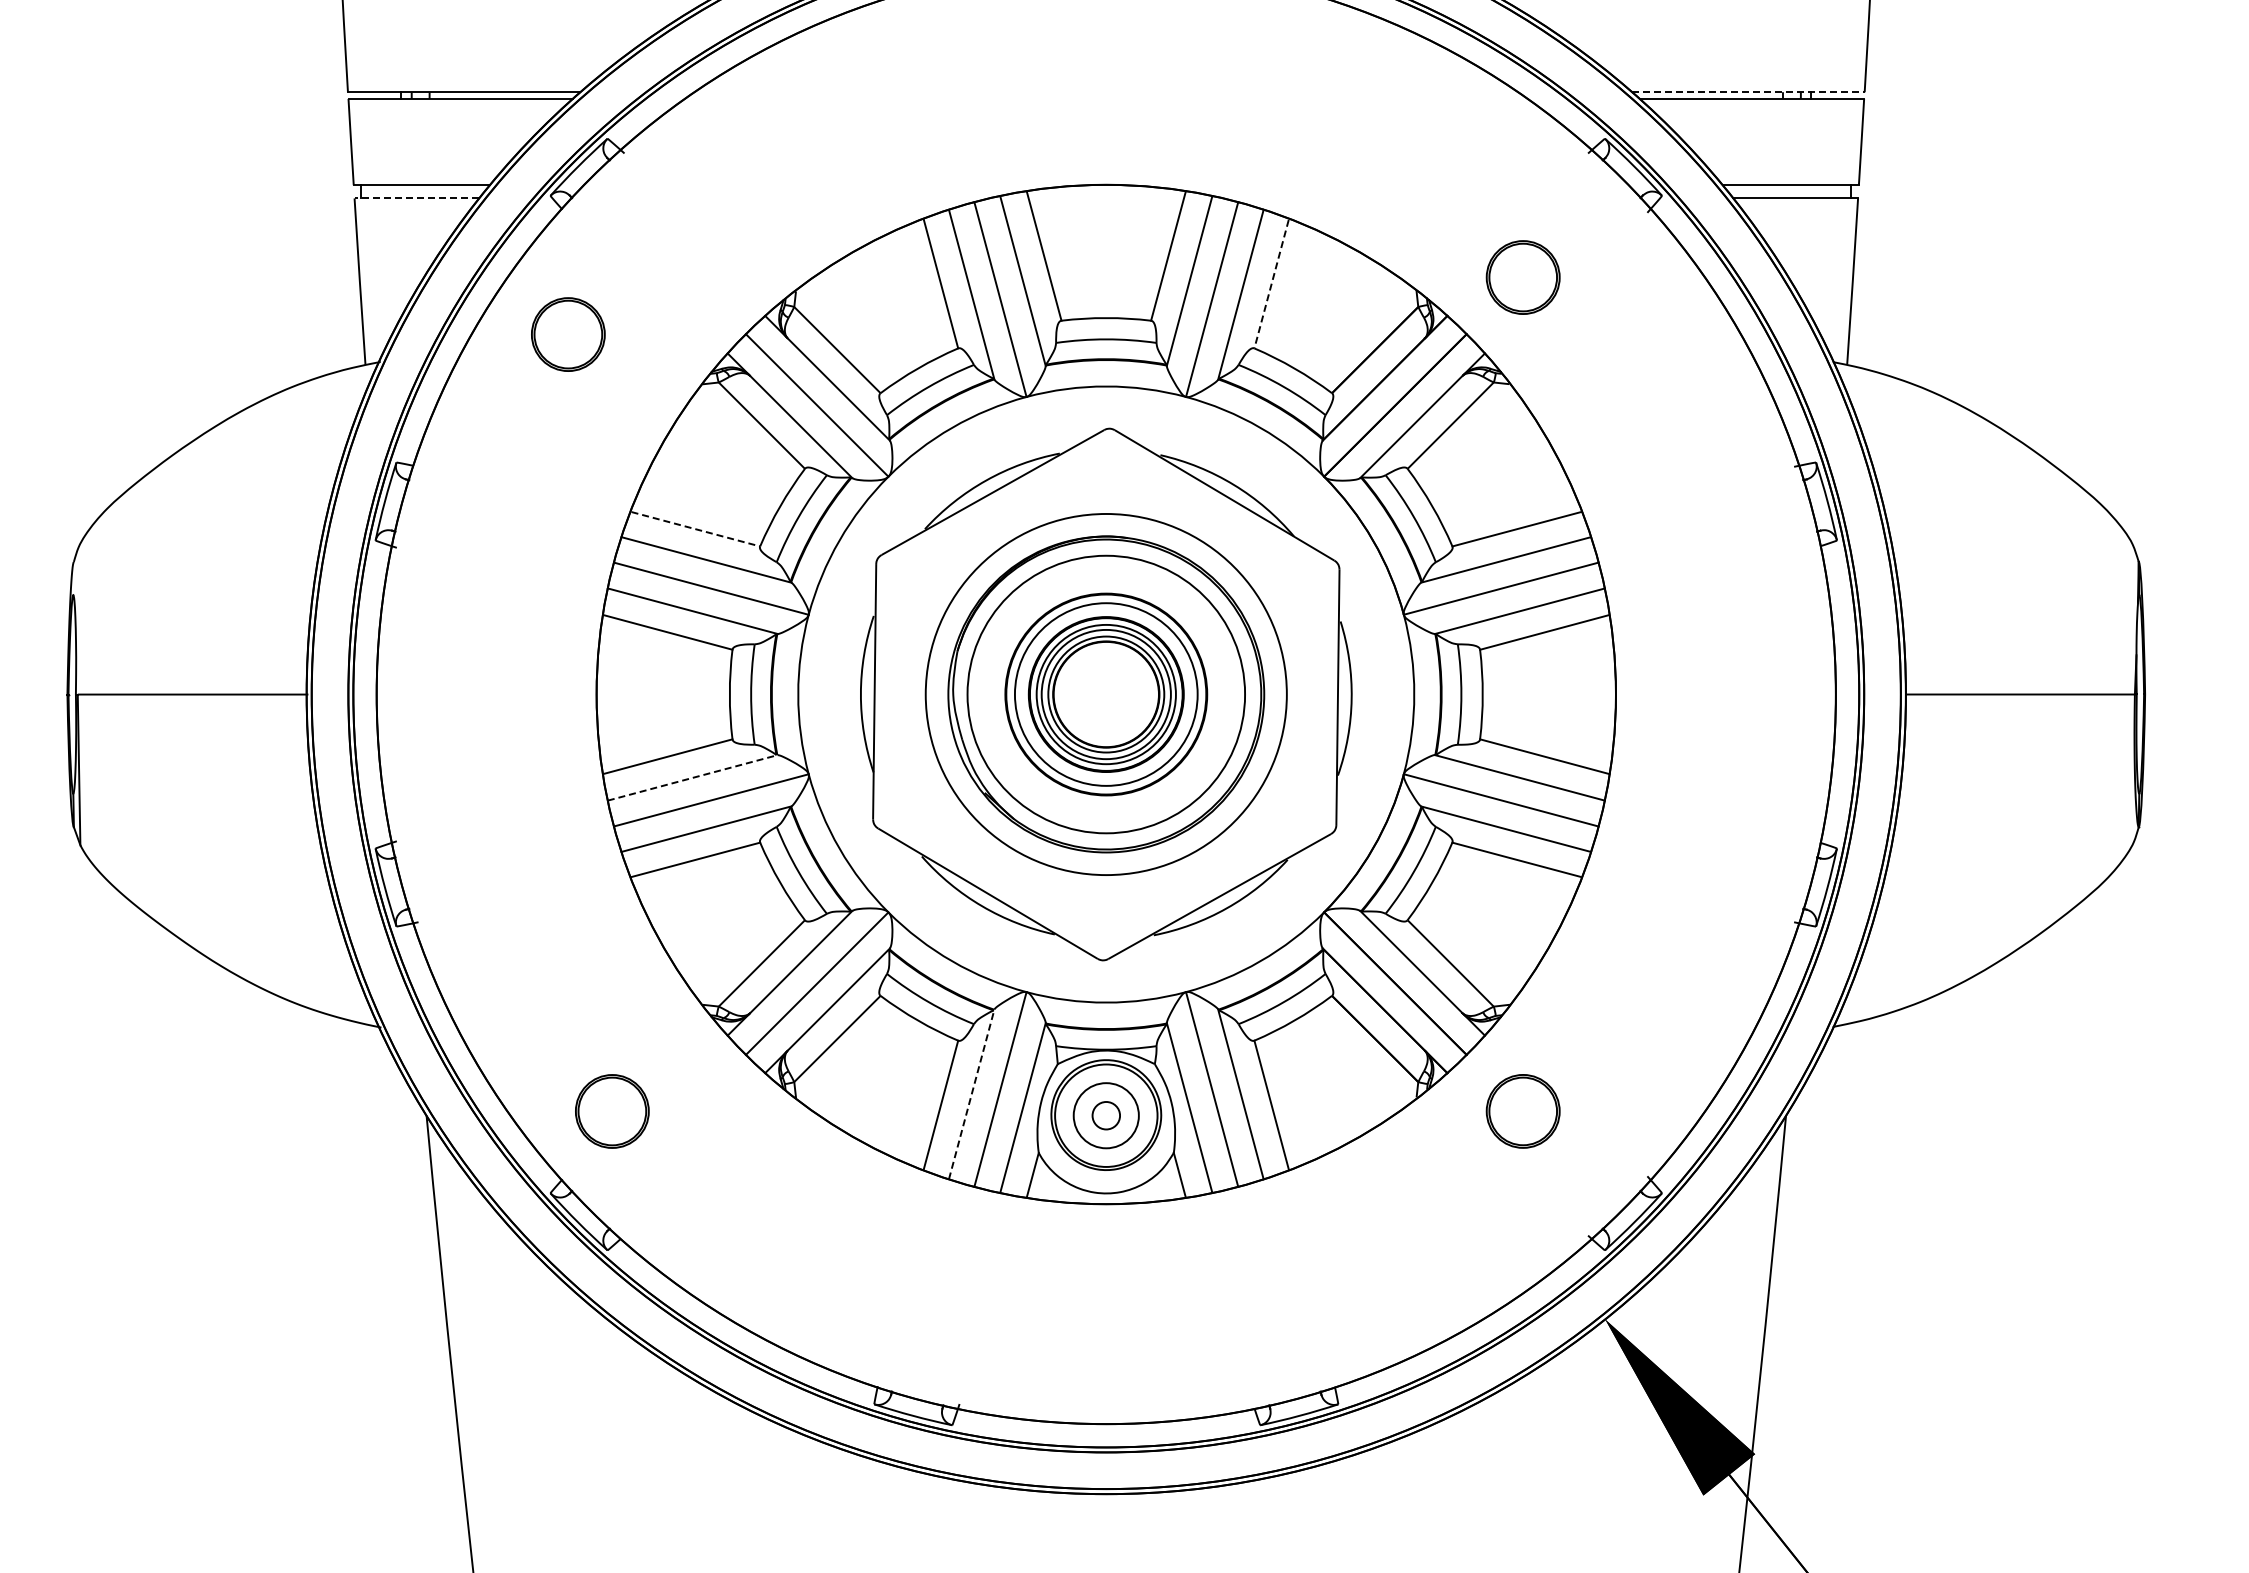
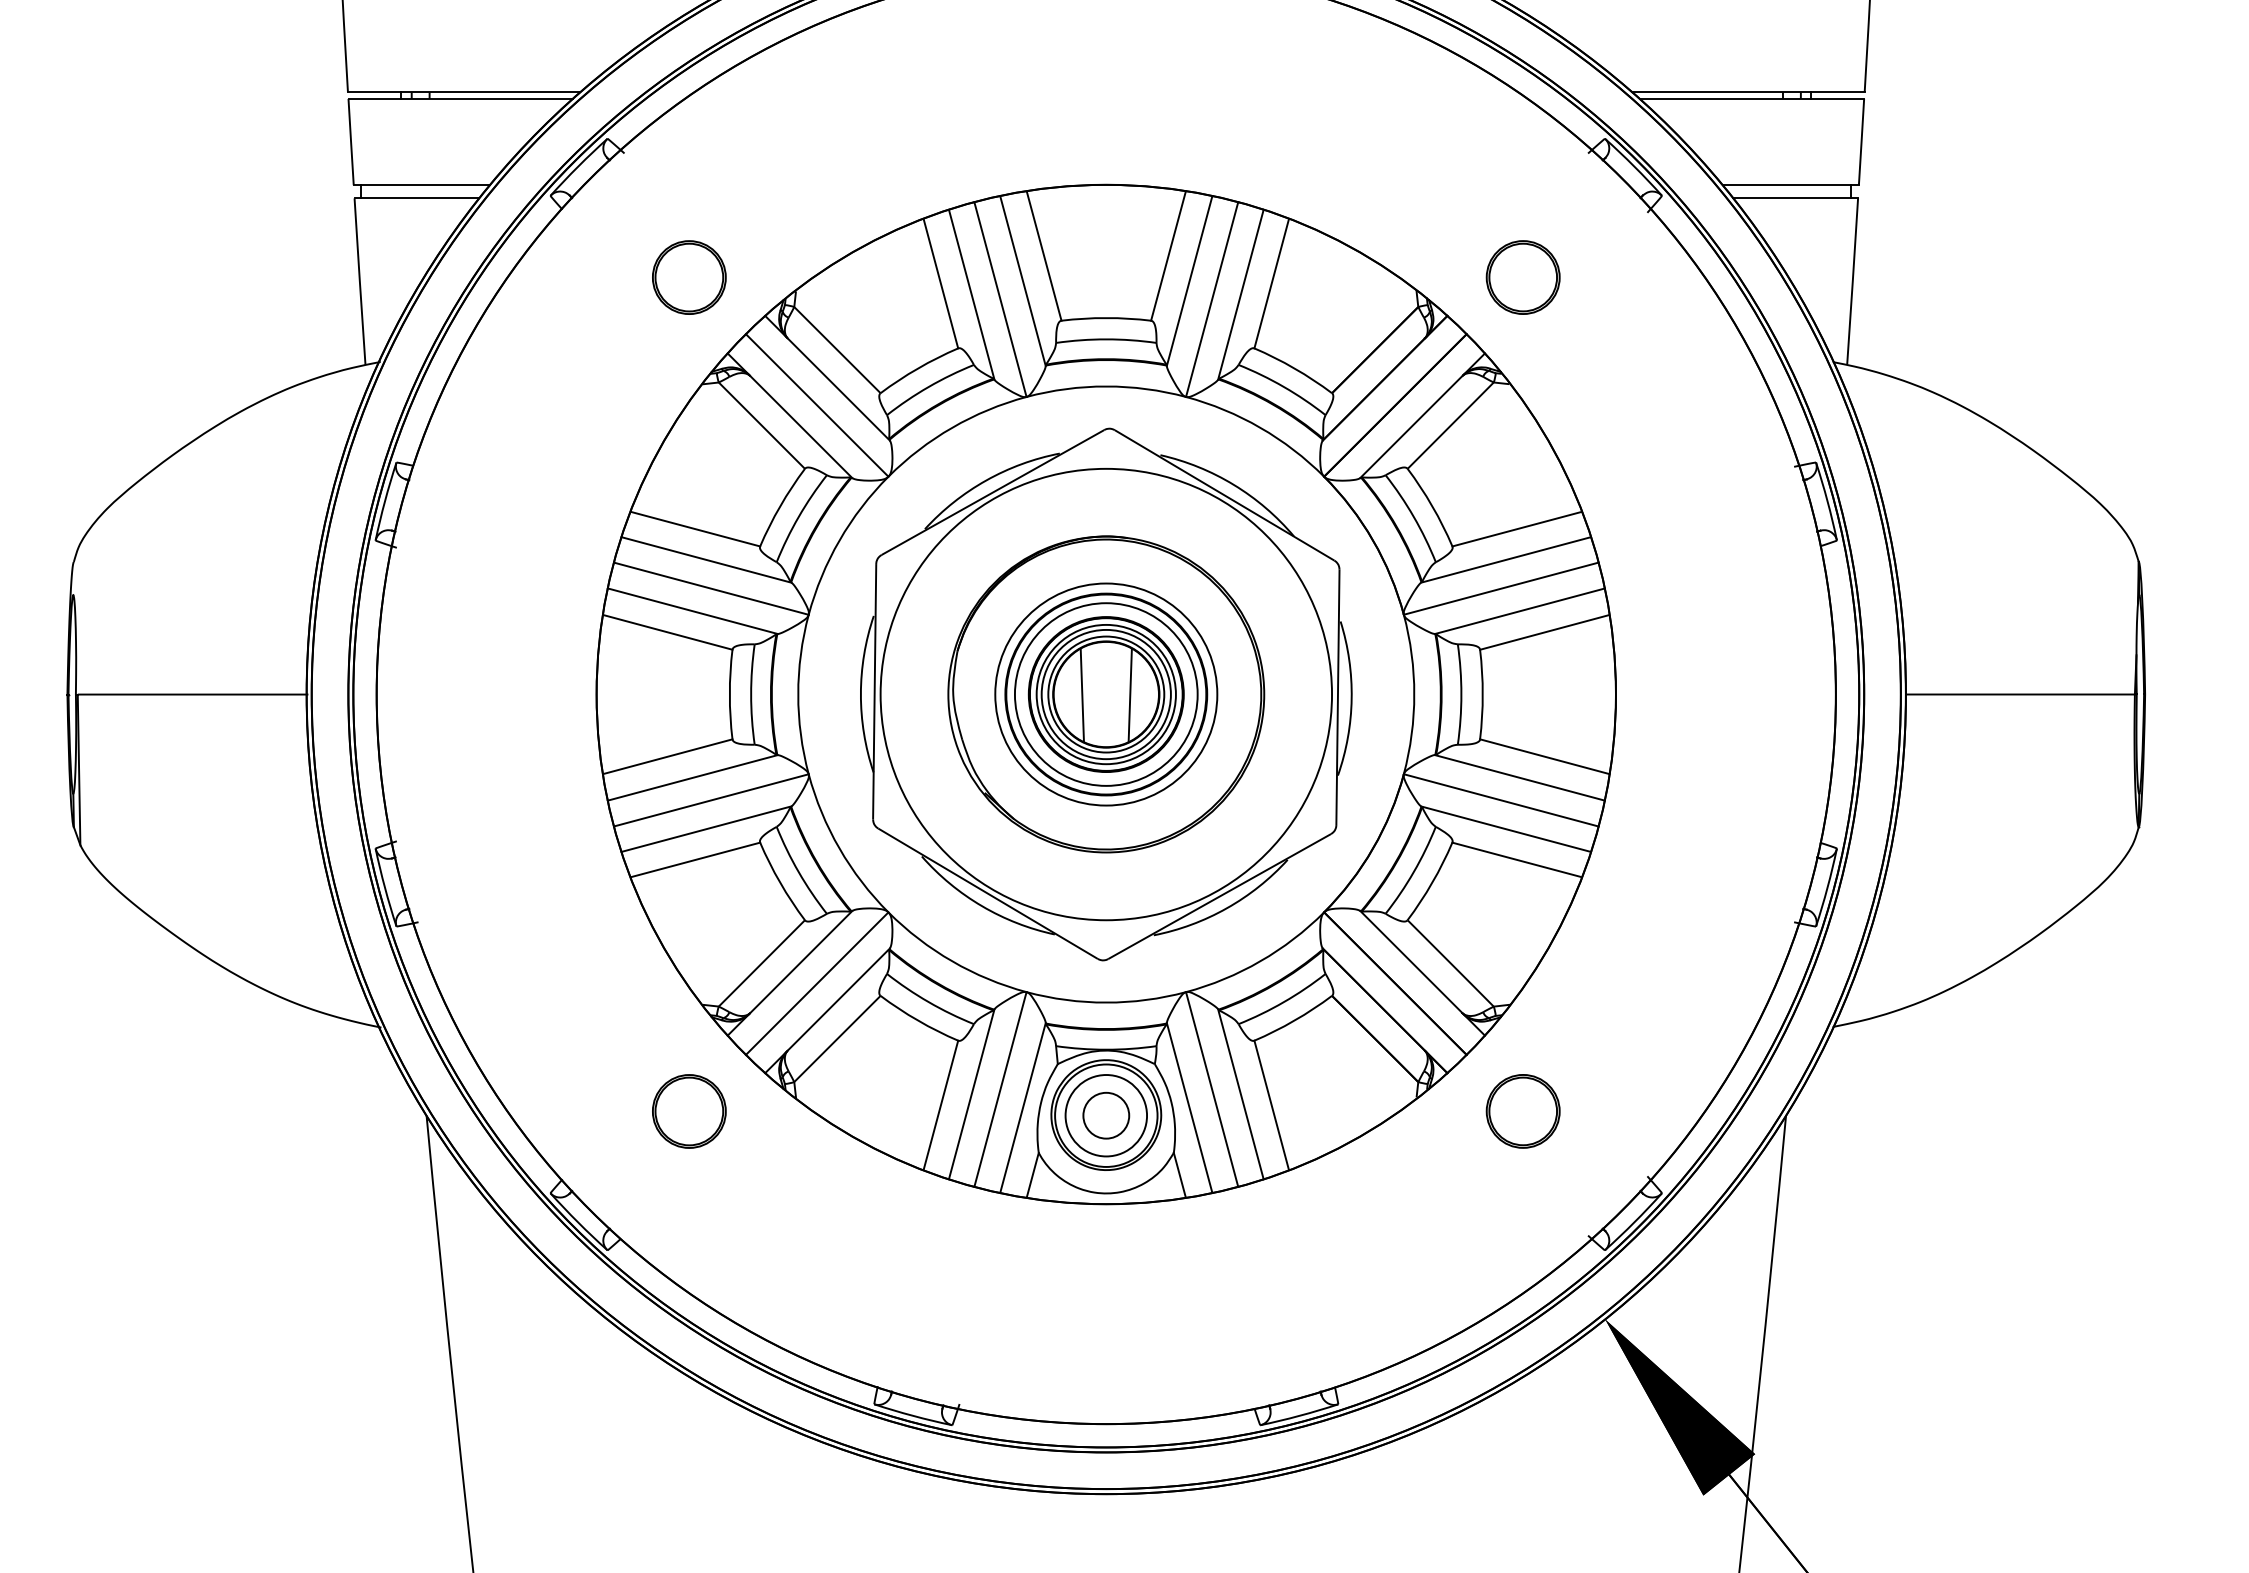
line at (1748, 92): dashed -> solid
line at (416, 198): dashed -> solid
line at (1271, 284): dashed -> solid
part at (568, 334) position: (568, 334) -> (689, 277)
line at (695, 529): dashed -> solid
circle at (1105, 694) diameter: 361 px -> 451 px
circle at (1106, 694) diameter: 278 px -> 222 px
line at (1081, 695): none -> present
line at (1129, 695): none -> present
line at (692, 777): dashed -> solid
line at (971, 1094): dashed -> solid
part at (612, 1111) position: (612, 1111) -> (689, 1111)
circle at (1105, 1115) diameter: 65 px -> 81 px
circle at (1106, 1115) diameter: 27 px -> 46 px
